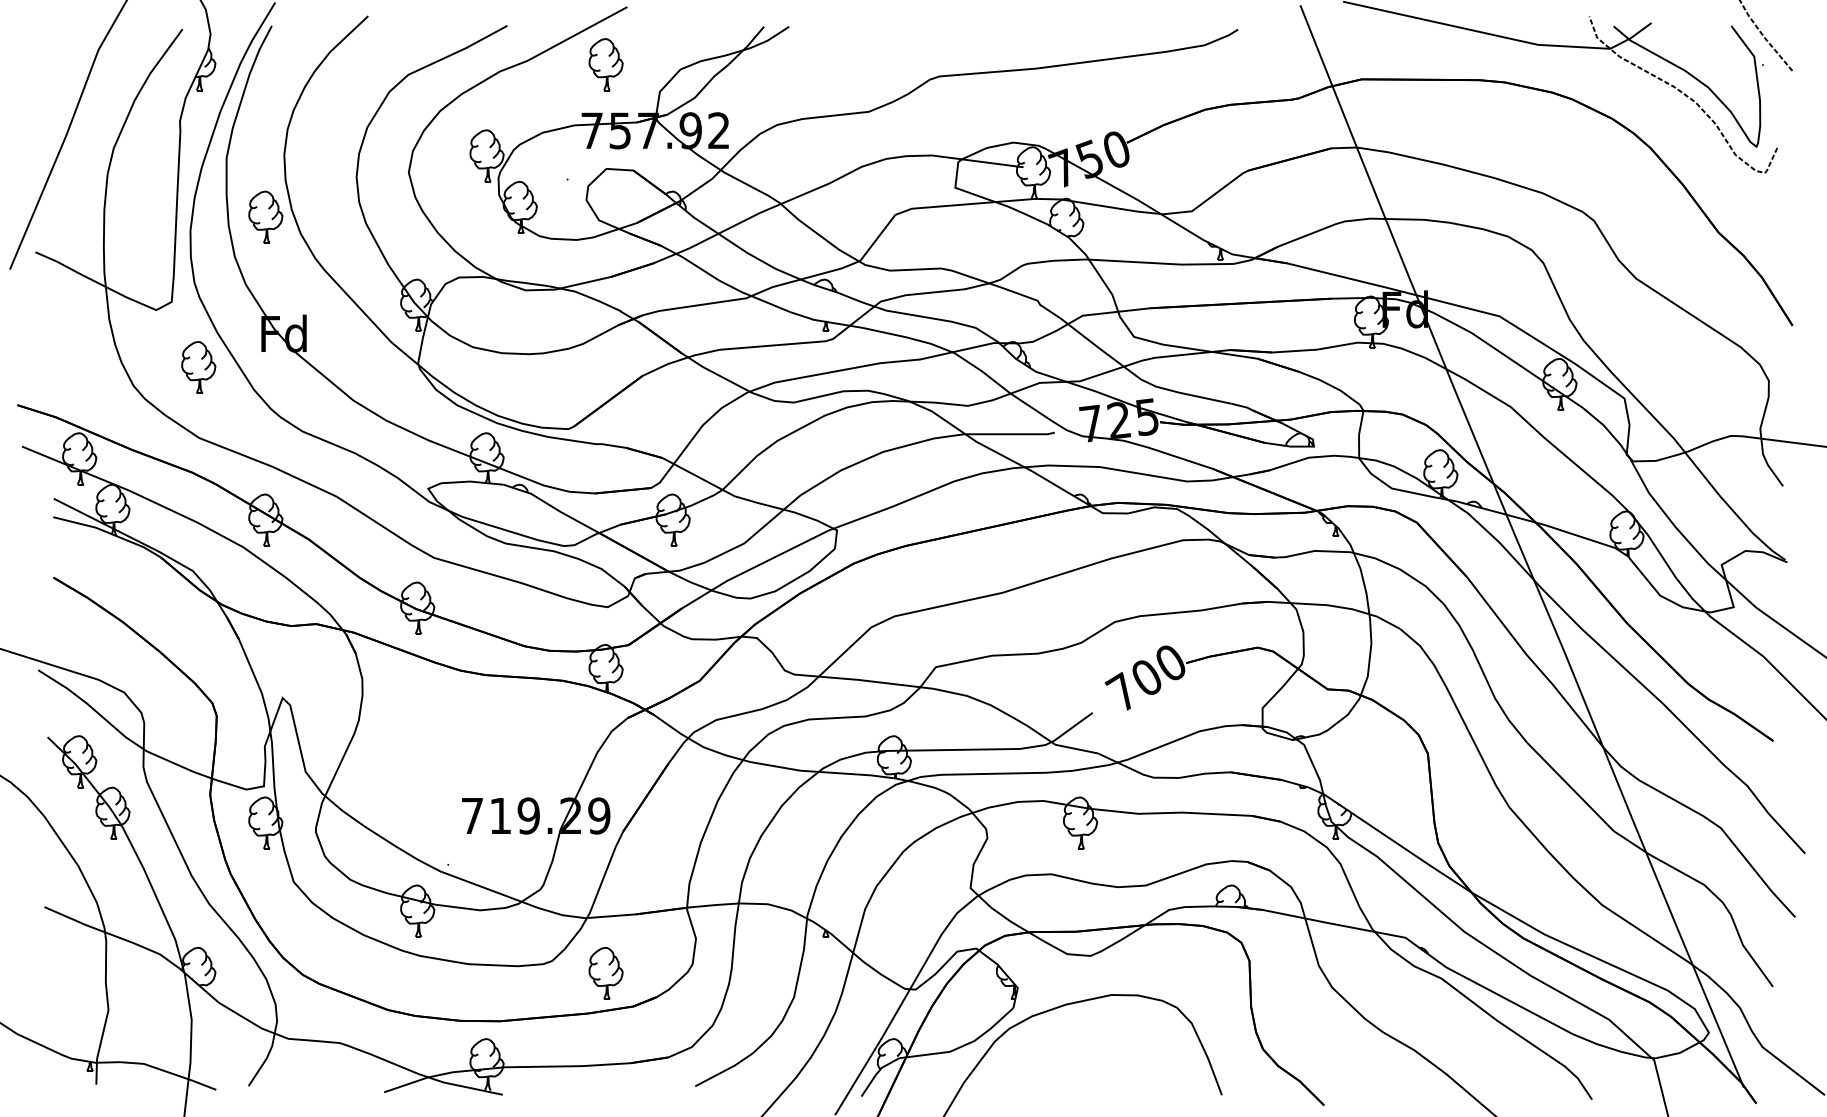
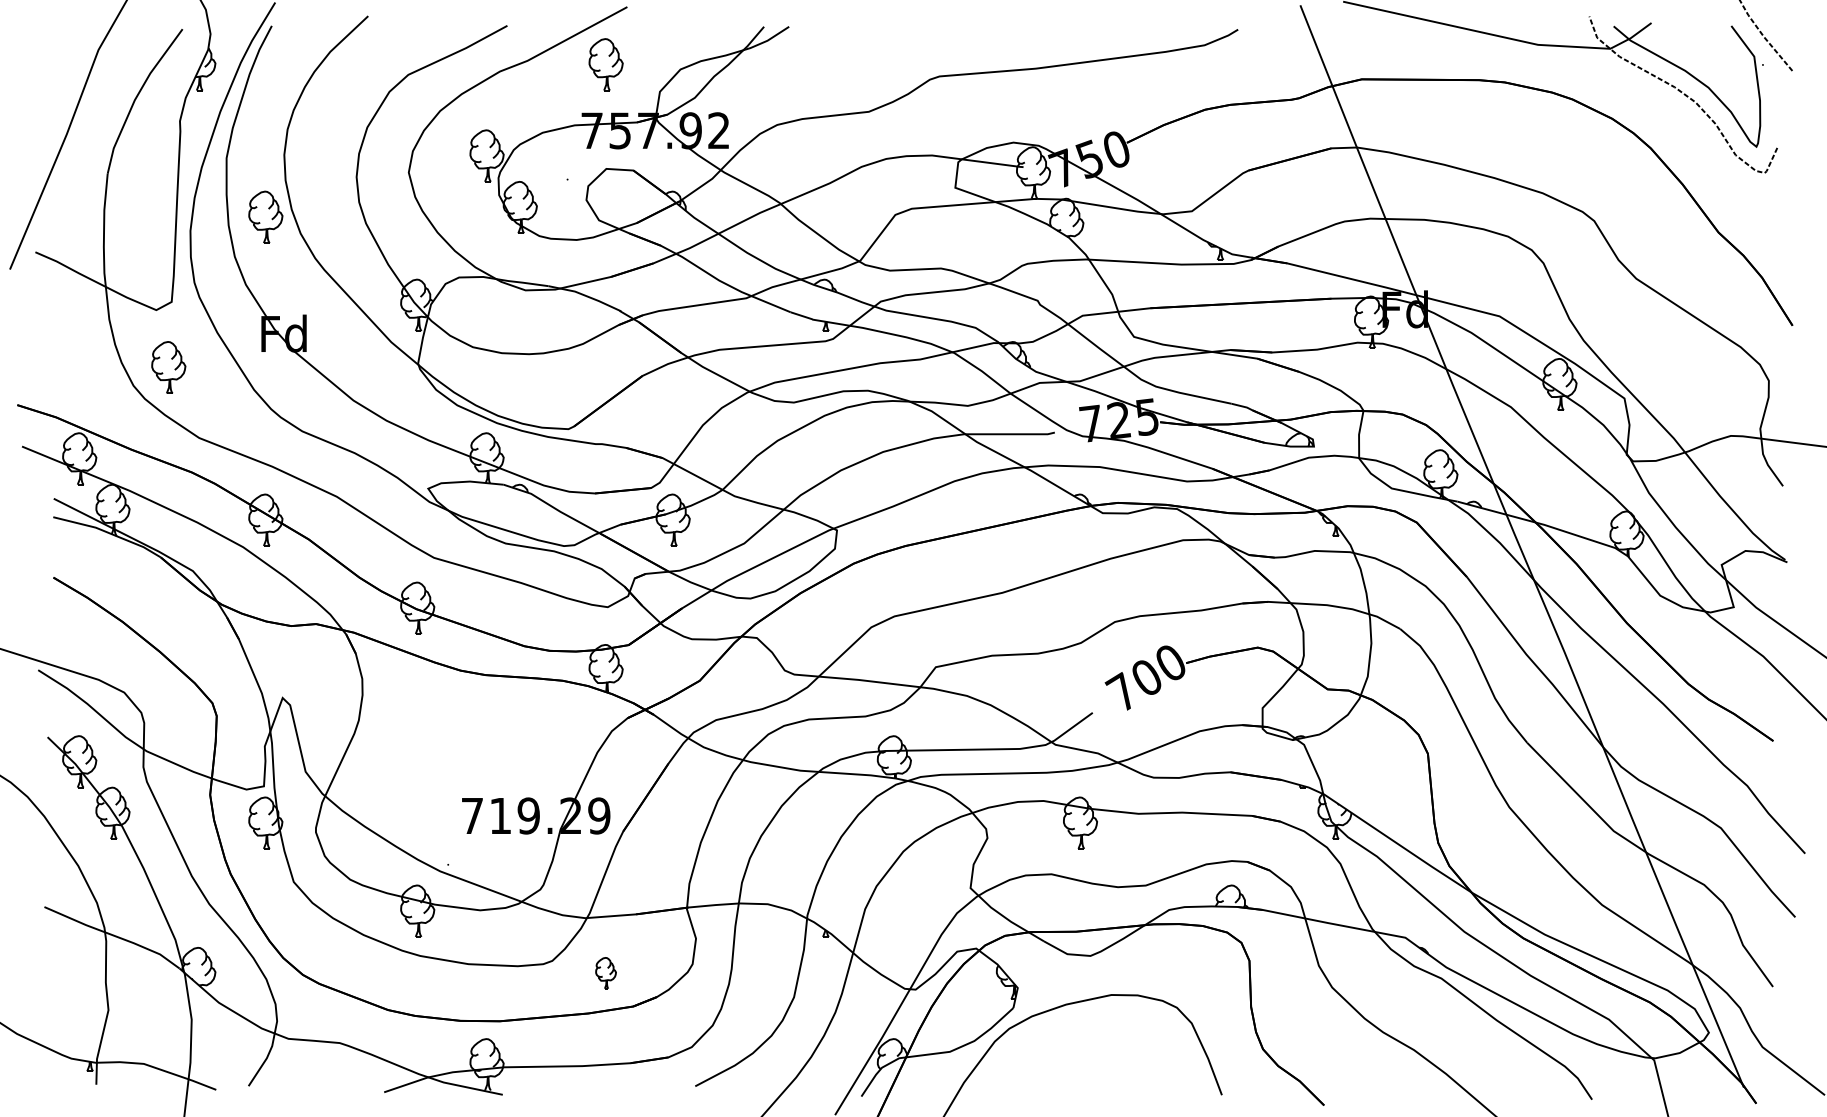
part at (198, 367) position: (198, 367) -> (168, 367)
part at (605, 972) size: 36x54 px -> 22x33 px
